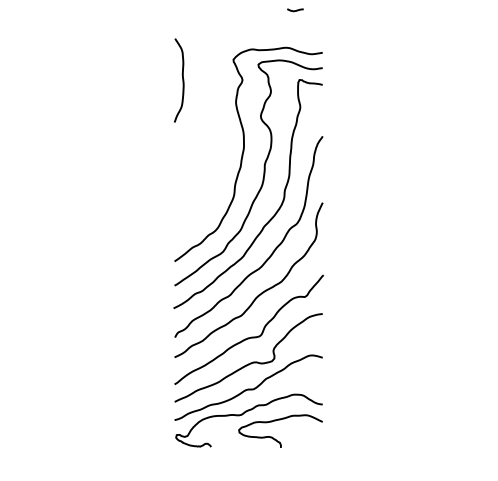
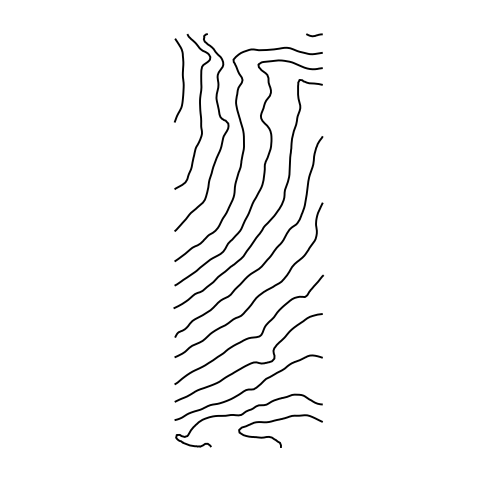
curve at (295, 10) position: (295, 10) -> (314, 35)
part at (201, 132): none -> present
